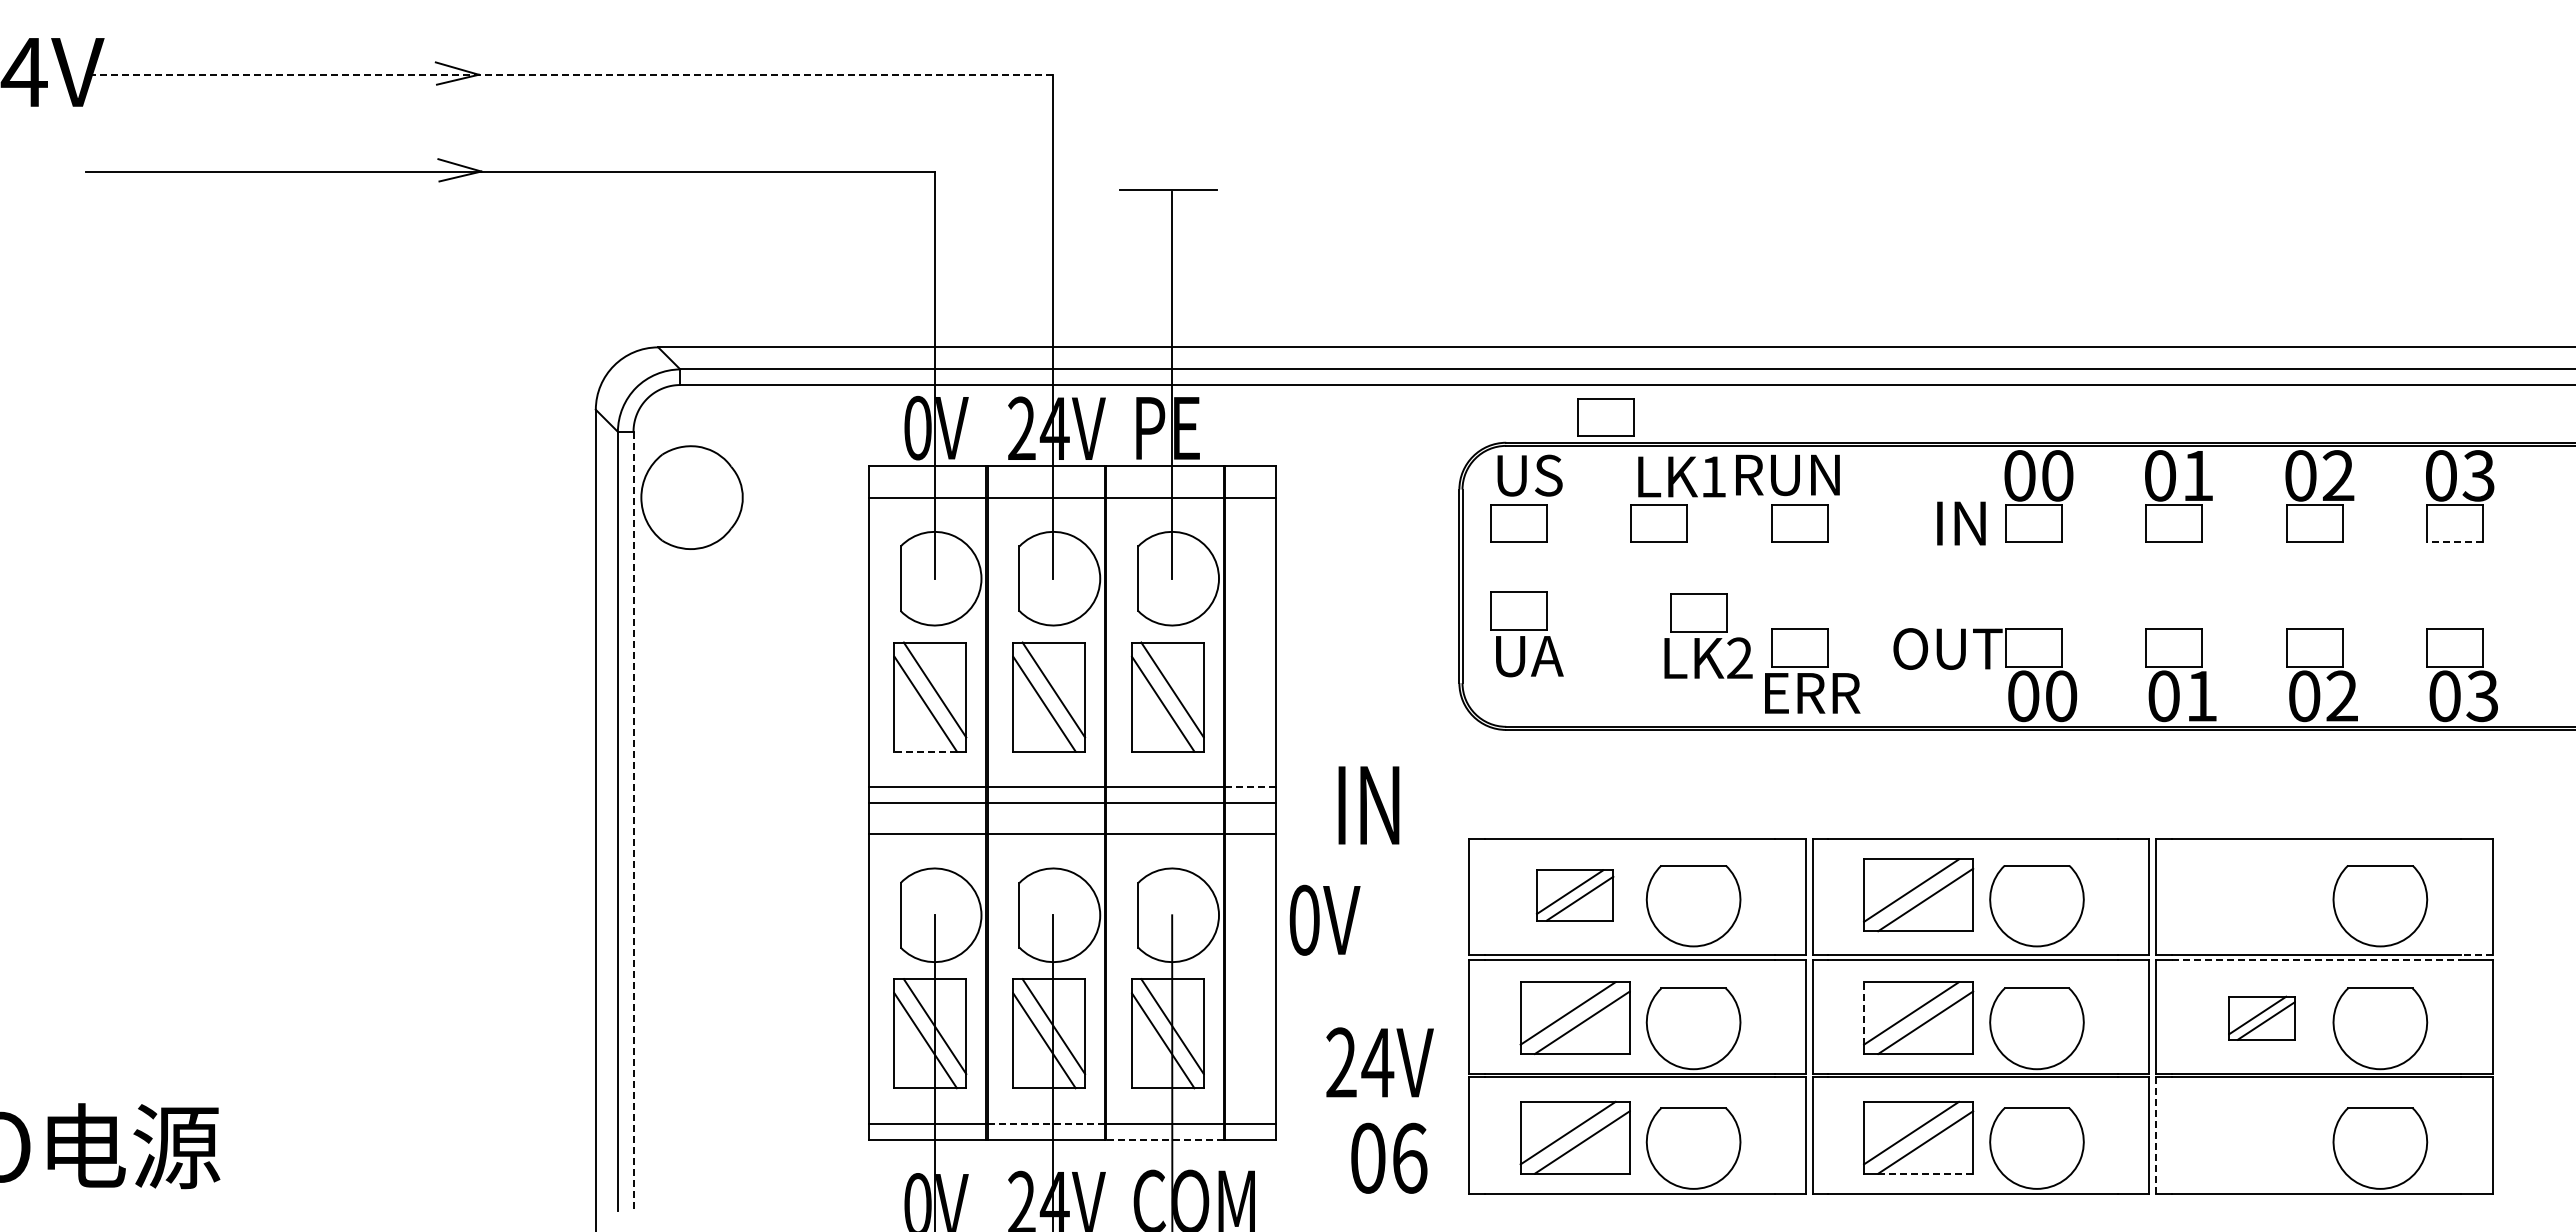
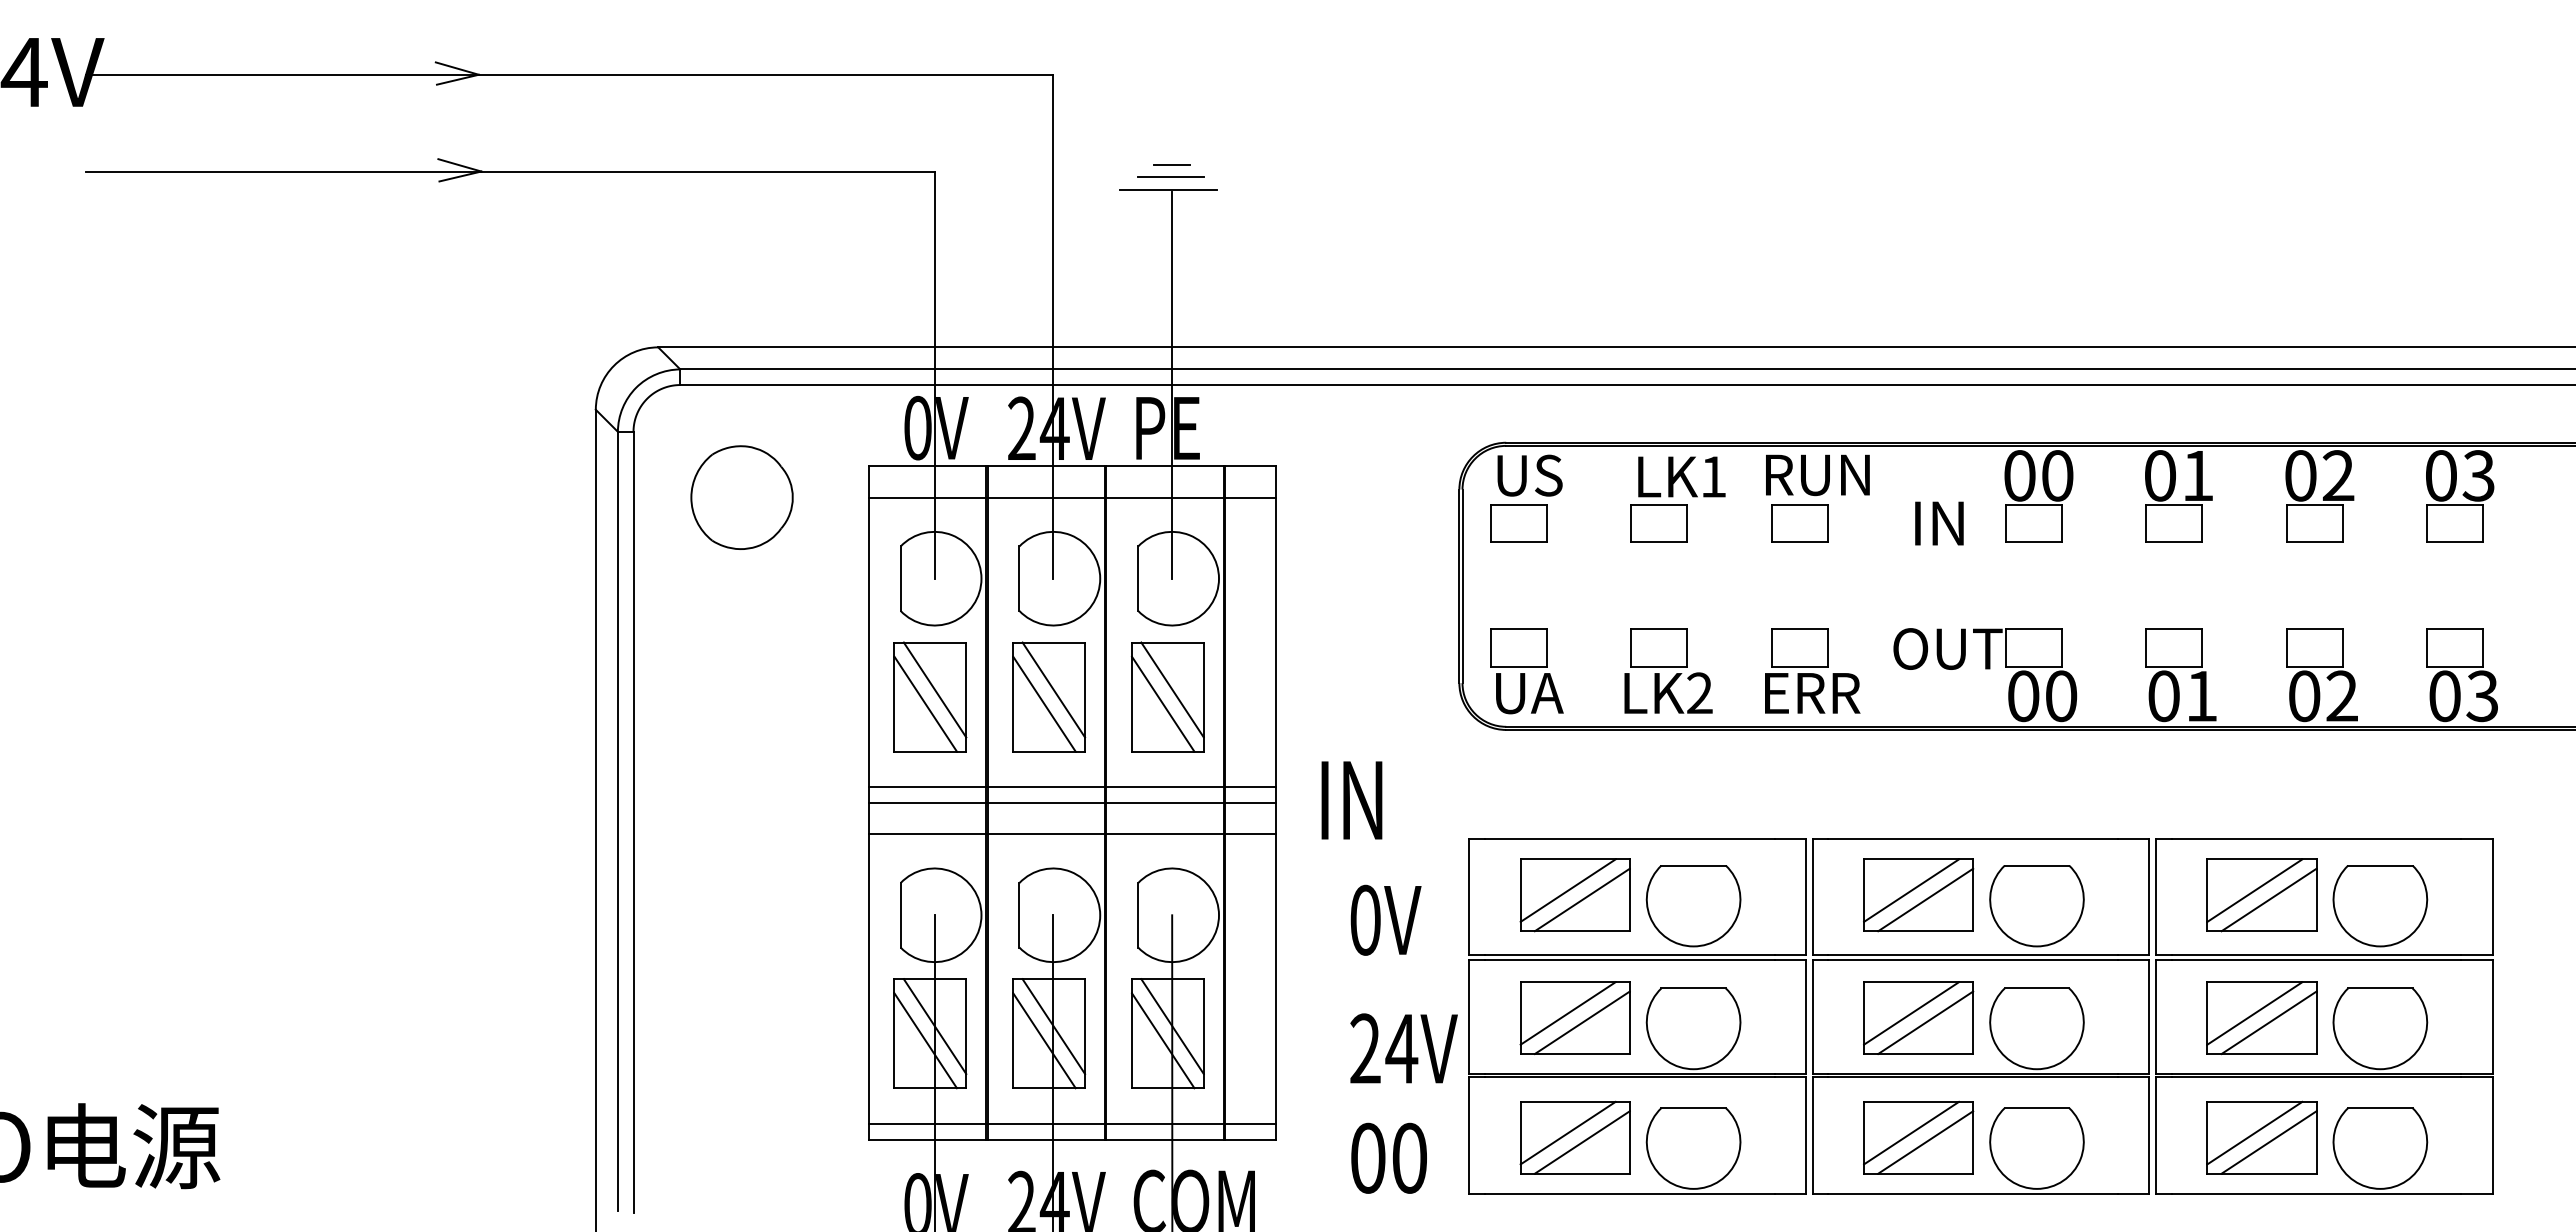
line at (569, 74): dashed -> solid
line at (1172, 164): none -> present
line at (1170, 176): none -> present
part at (1605, 417): present -> none
text at (1787, 475) position: (1787, 475) -> (1817, 475)
part at (691, 497) position: (691, 497) -> (741, 497)
text at (1961, 523) position: (1961, 523) -> (1939, 523)
line at (2454, 541): dashed -> solid
part at (1526, 634) position: (1526, 634) -> (1526, 671)
part at (1708, 635) position: (1708, 635) -> (1668, 670)
line at (925, 751): dashed -> solid
line at (1249, 787): dashed -> solid
text at (1368, 805) position: (1368, 805) -> (1351, 800)
line at (633, 822): dashed -> solid
part at (1575, 895) size: 79x53 px -> 112x75 px
part at (2261, 895): none -> present
text at (1324, 919) position: (1324, 919) -> (1385, 919)
line at (2477, 954): dashed -> solid
line at (2316, 960): dashed -> solid
line at (1864, 1012): dashed -> solid
part at (2261, 1017) size: 68x46 px -> 112x75 px
text at (1379, 1062) position: (1379, 1062) -> (1403, 1048)
line at (1046, 1124): dashed -> solid
line at (2156, 1135): dashed -> solid
part at (2261, 1137): none -> present
line at (1164, 1139): dashed -> solid
text at (1409, 1157): 06 -> 00
line at (1925, 1173): dashed -> solid
